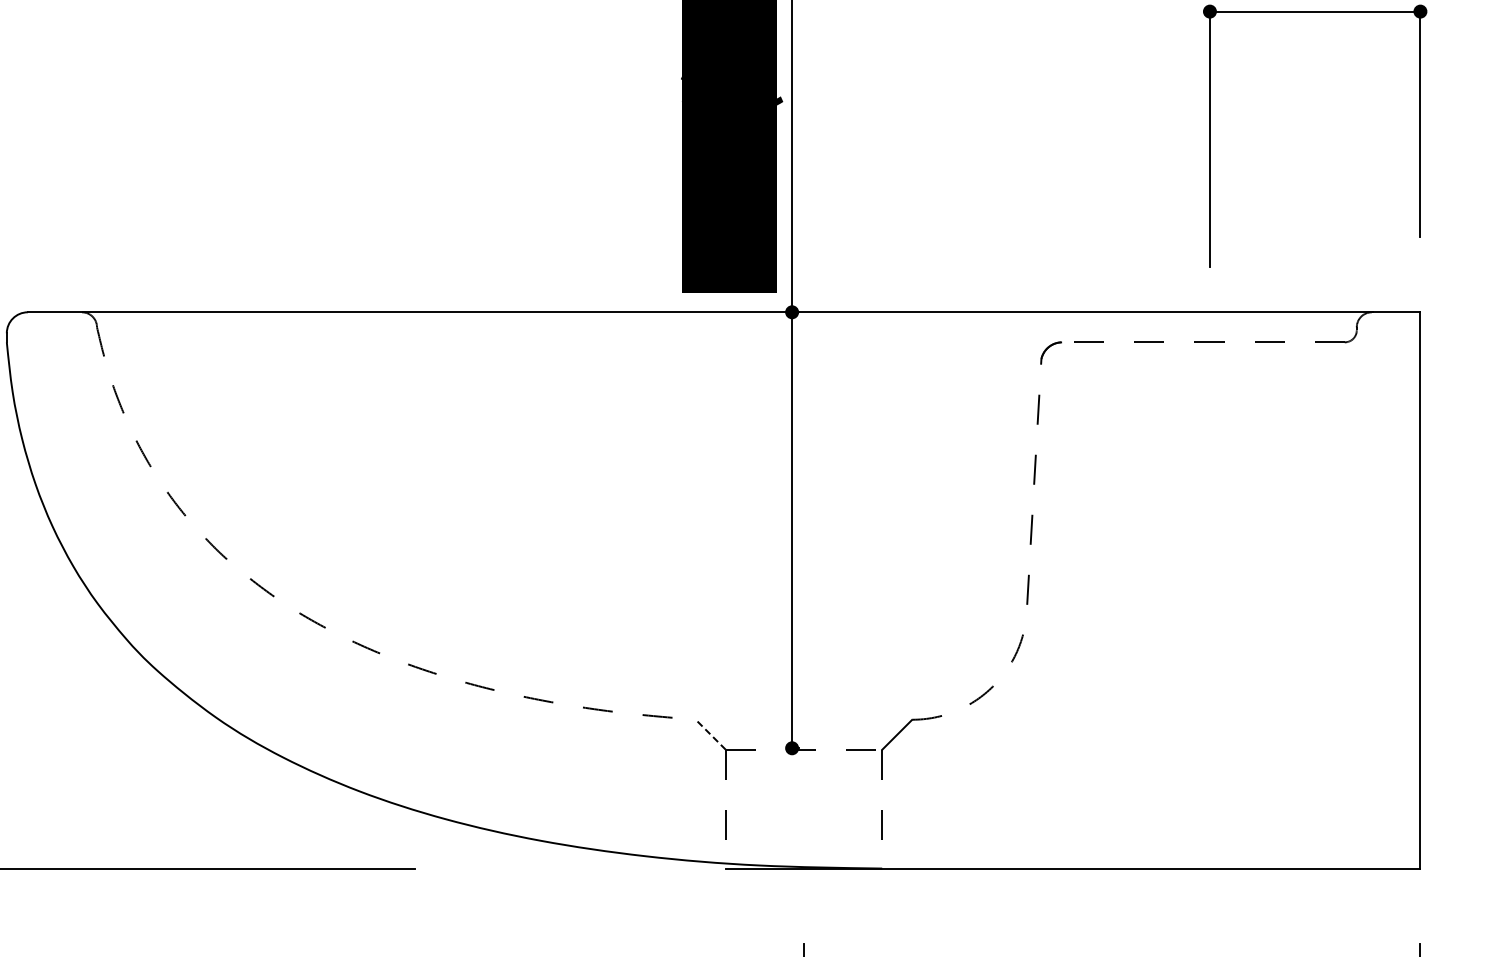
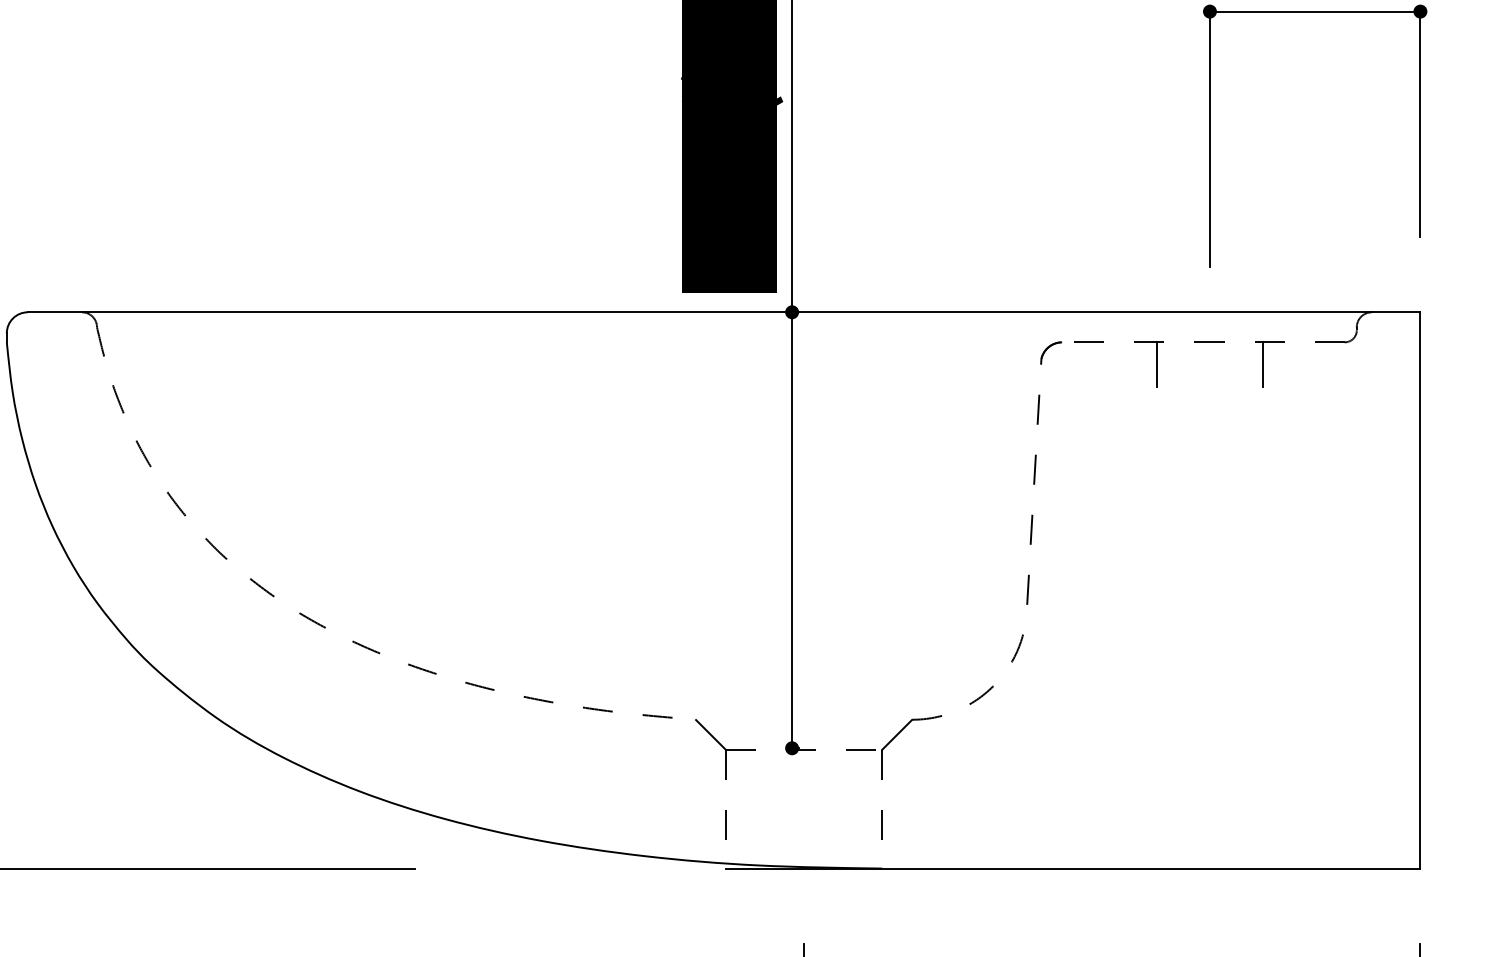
line at (1157, 364): none -> present
line at (1262, 364): none -> present
line at (710, 734): dashed -> solid
